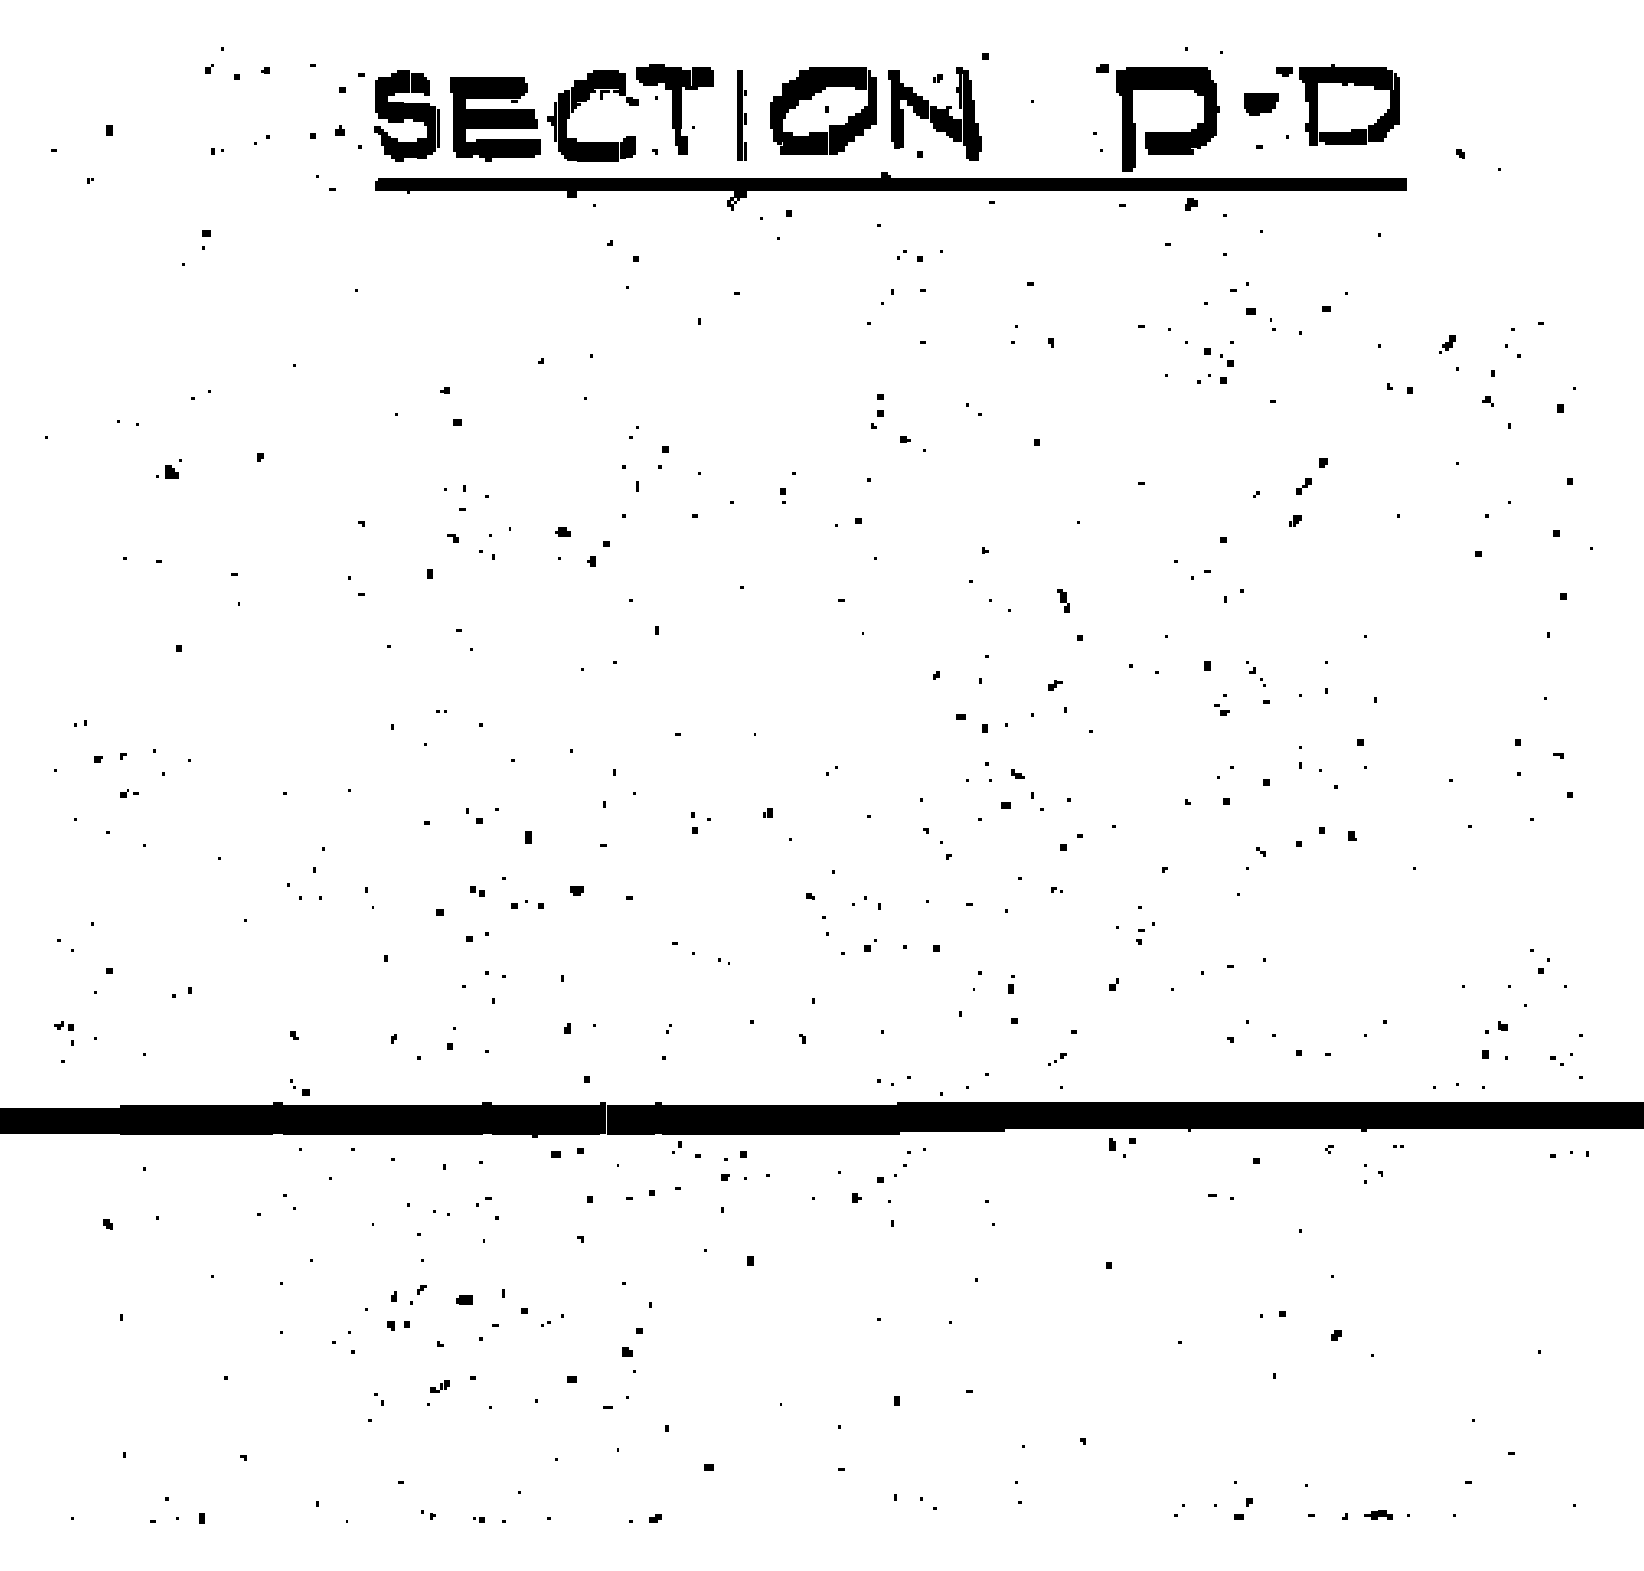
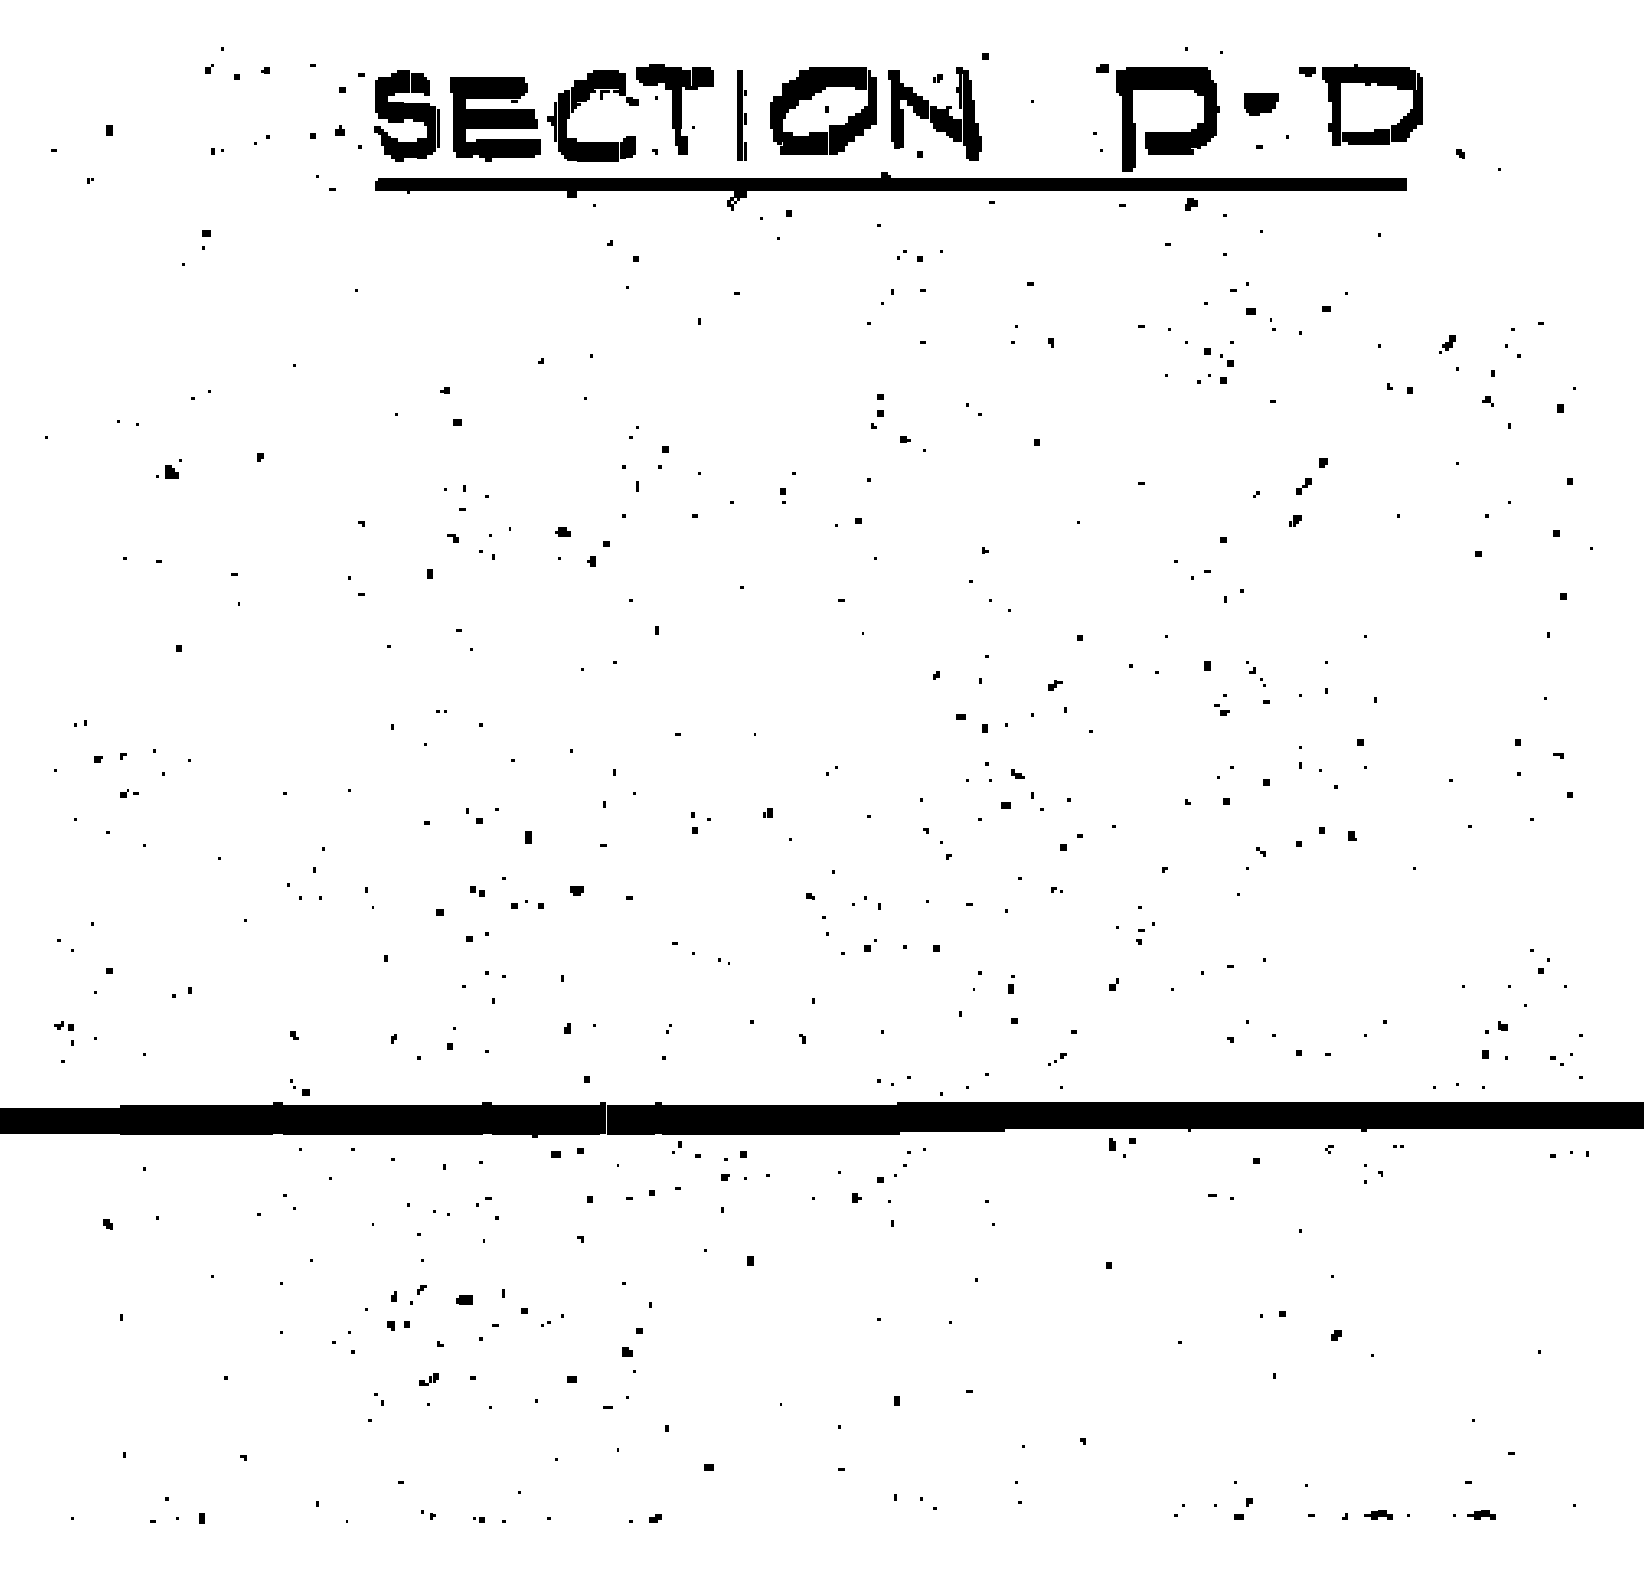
part at (1342, 85) position: (1342, 85) -> (1365, 85)
part at (1063, 600): present -> none
part at (439, 1386) position: (439, 1386) -> (428, 1379)
part at (1481, 1514): none -> present
